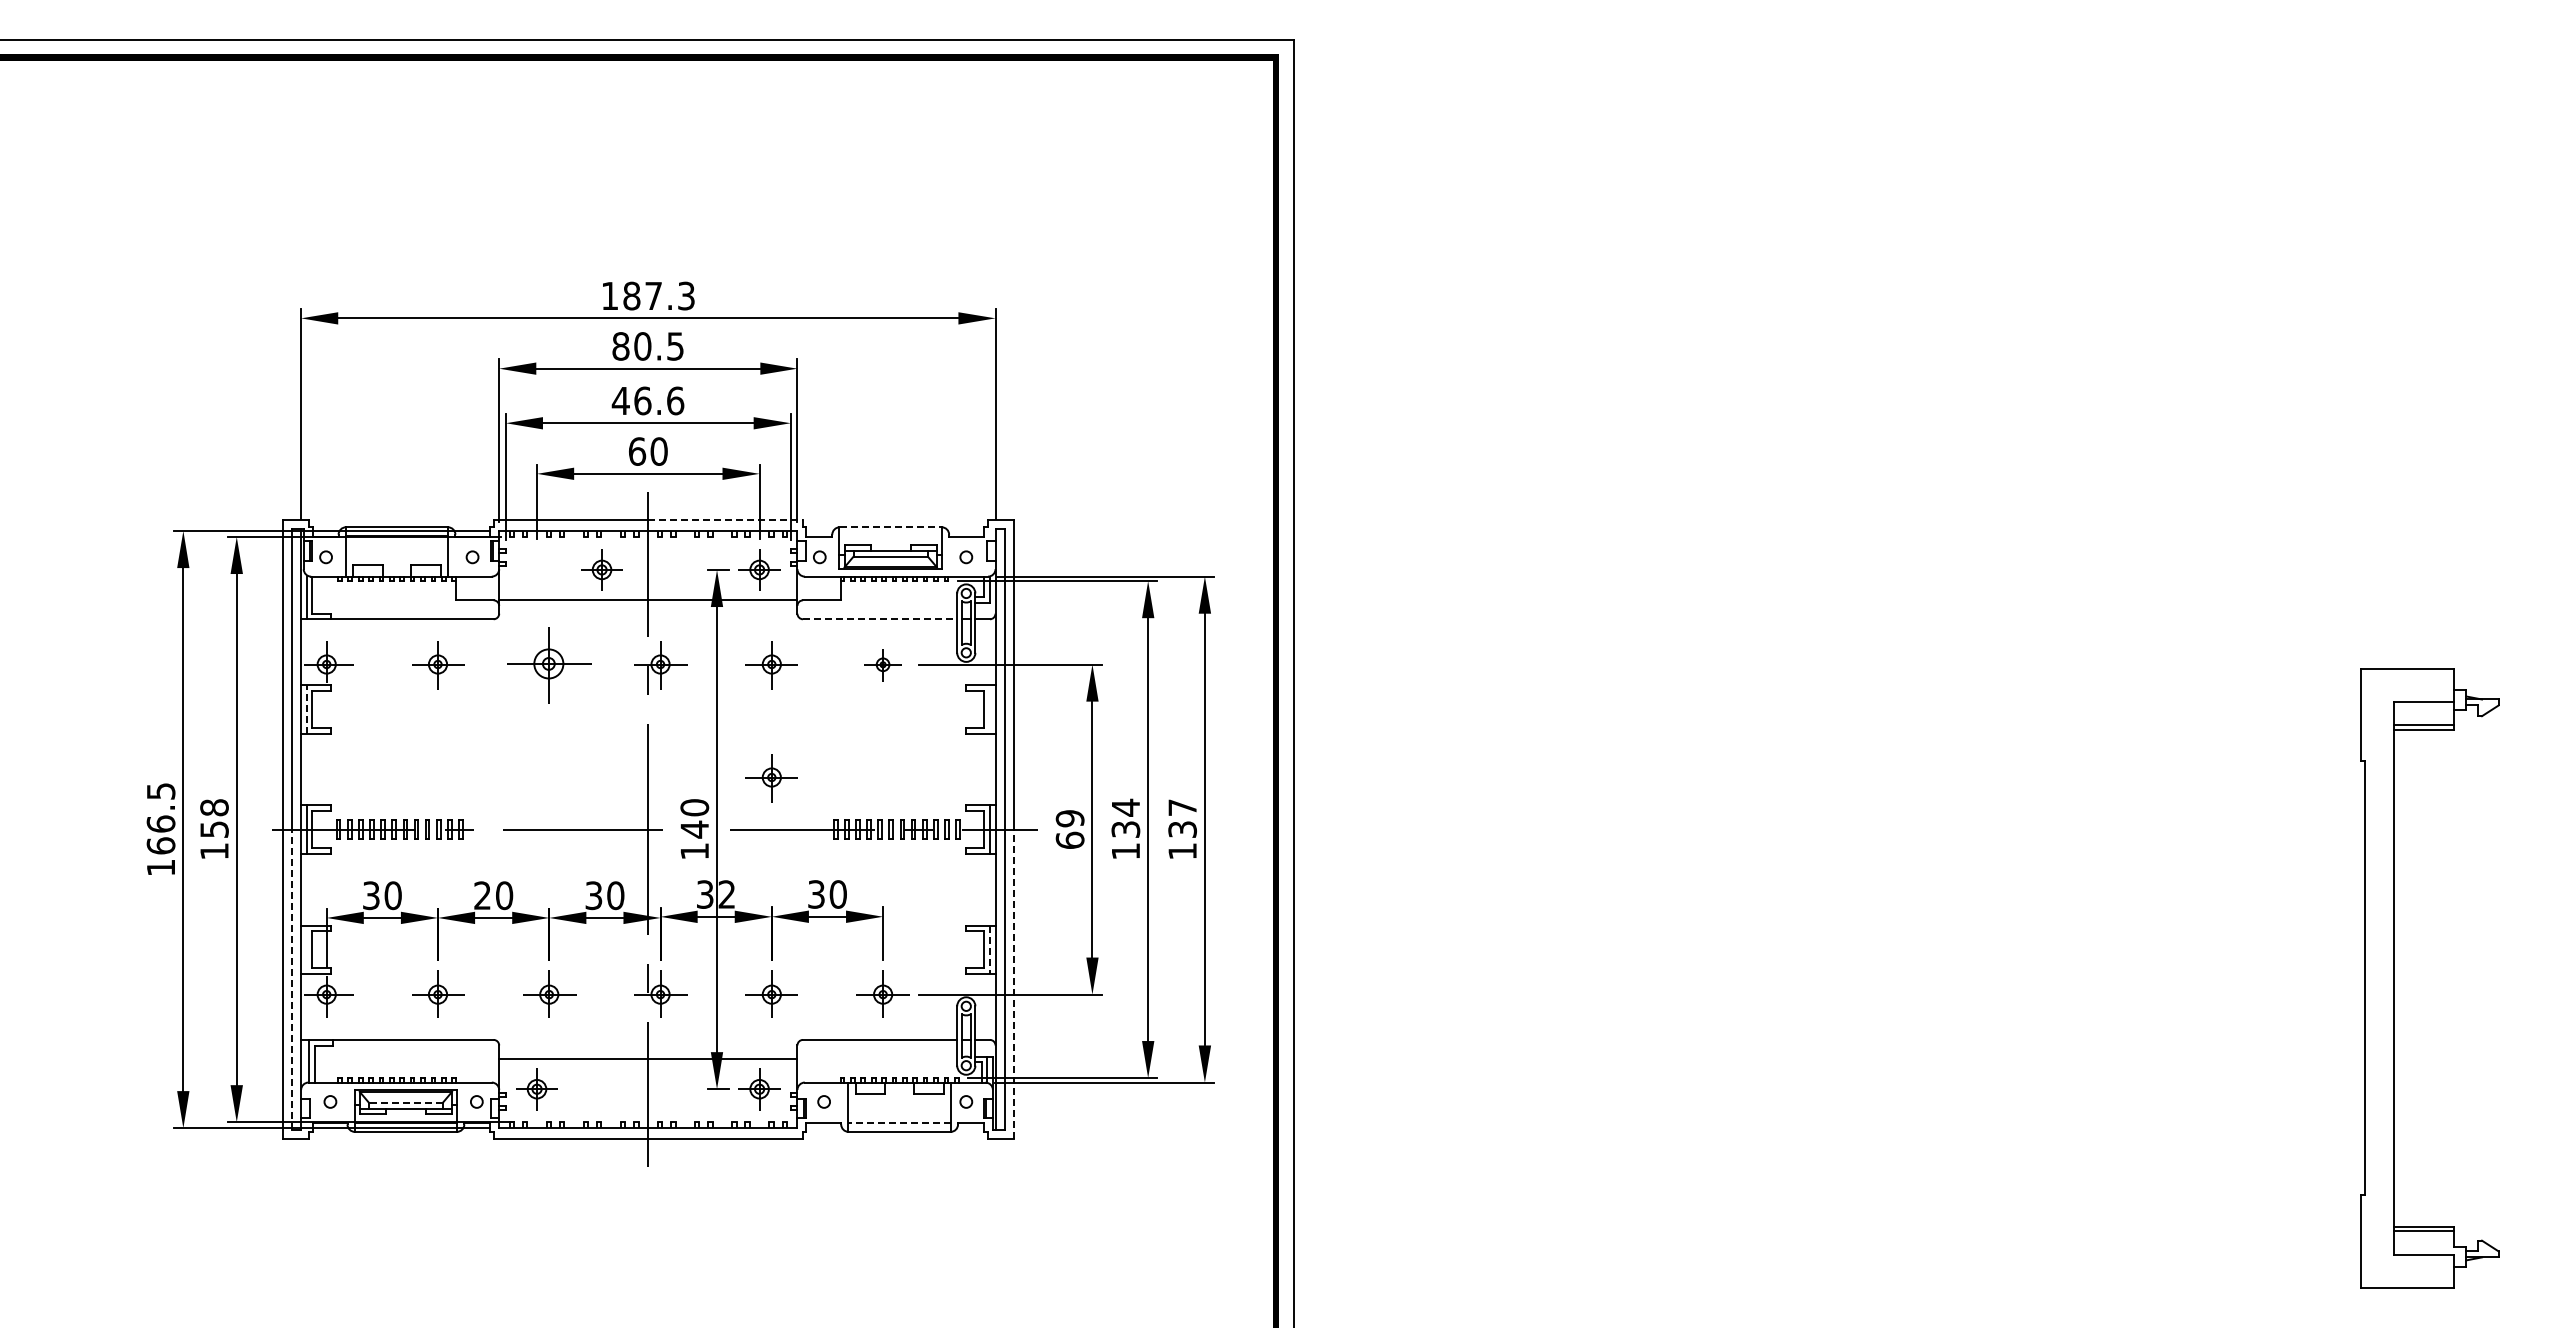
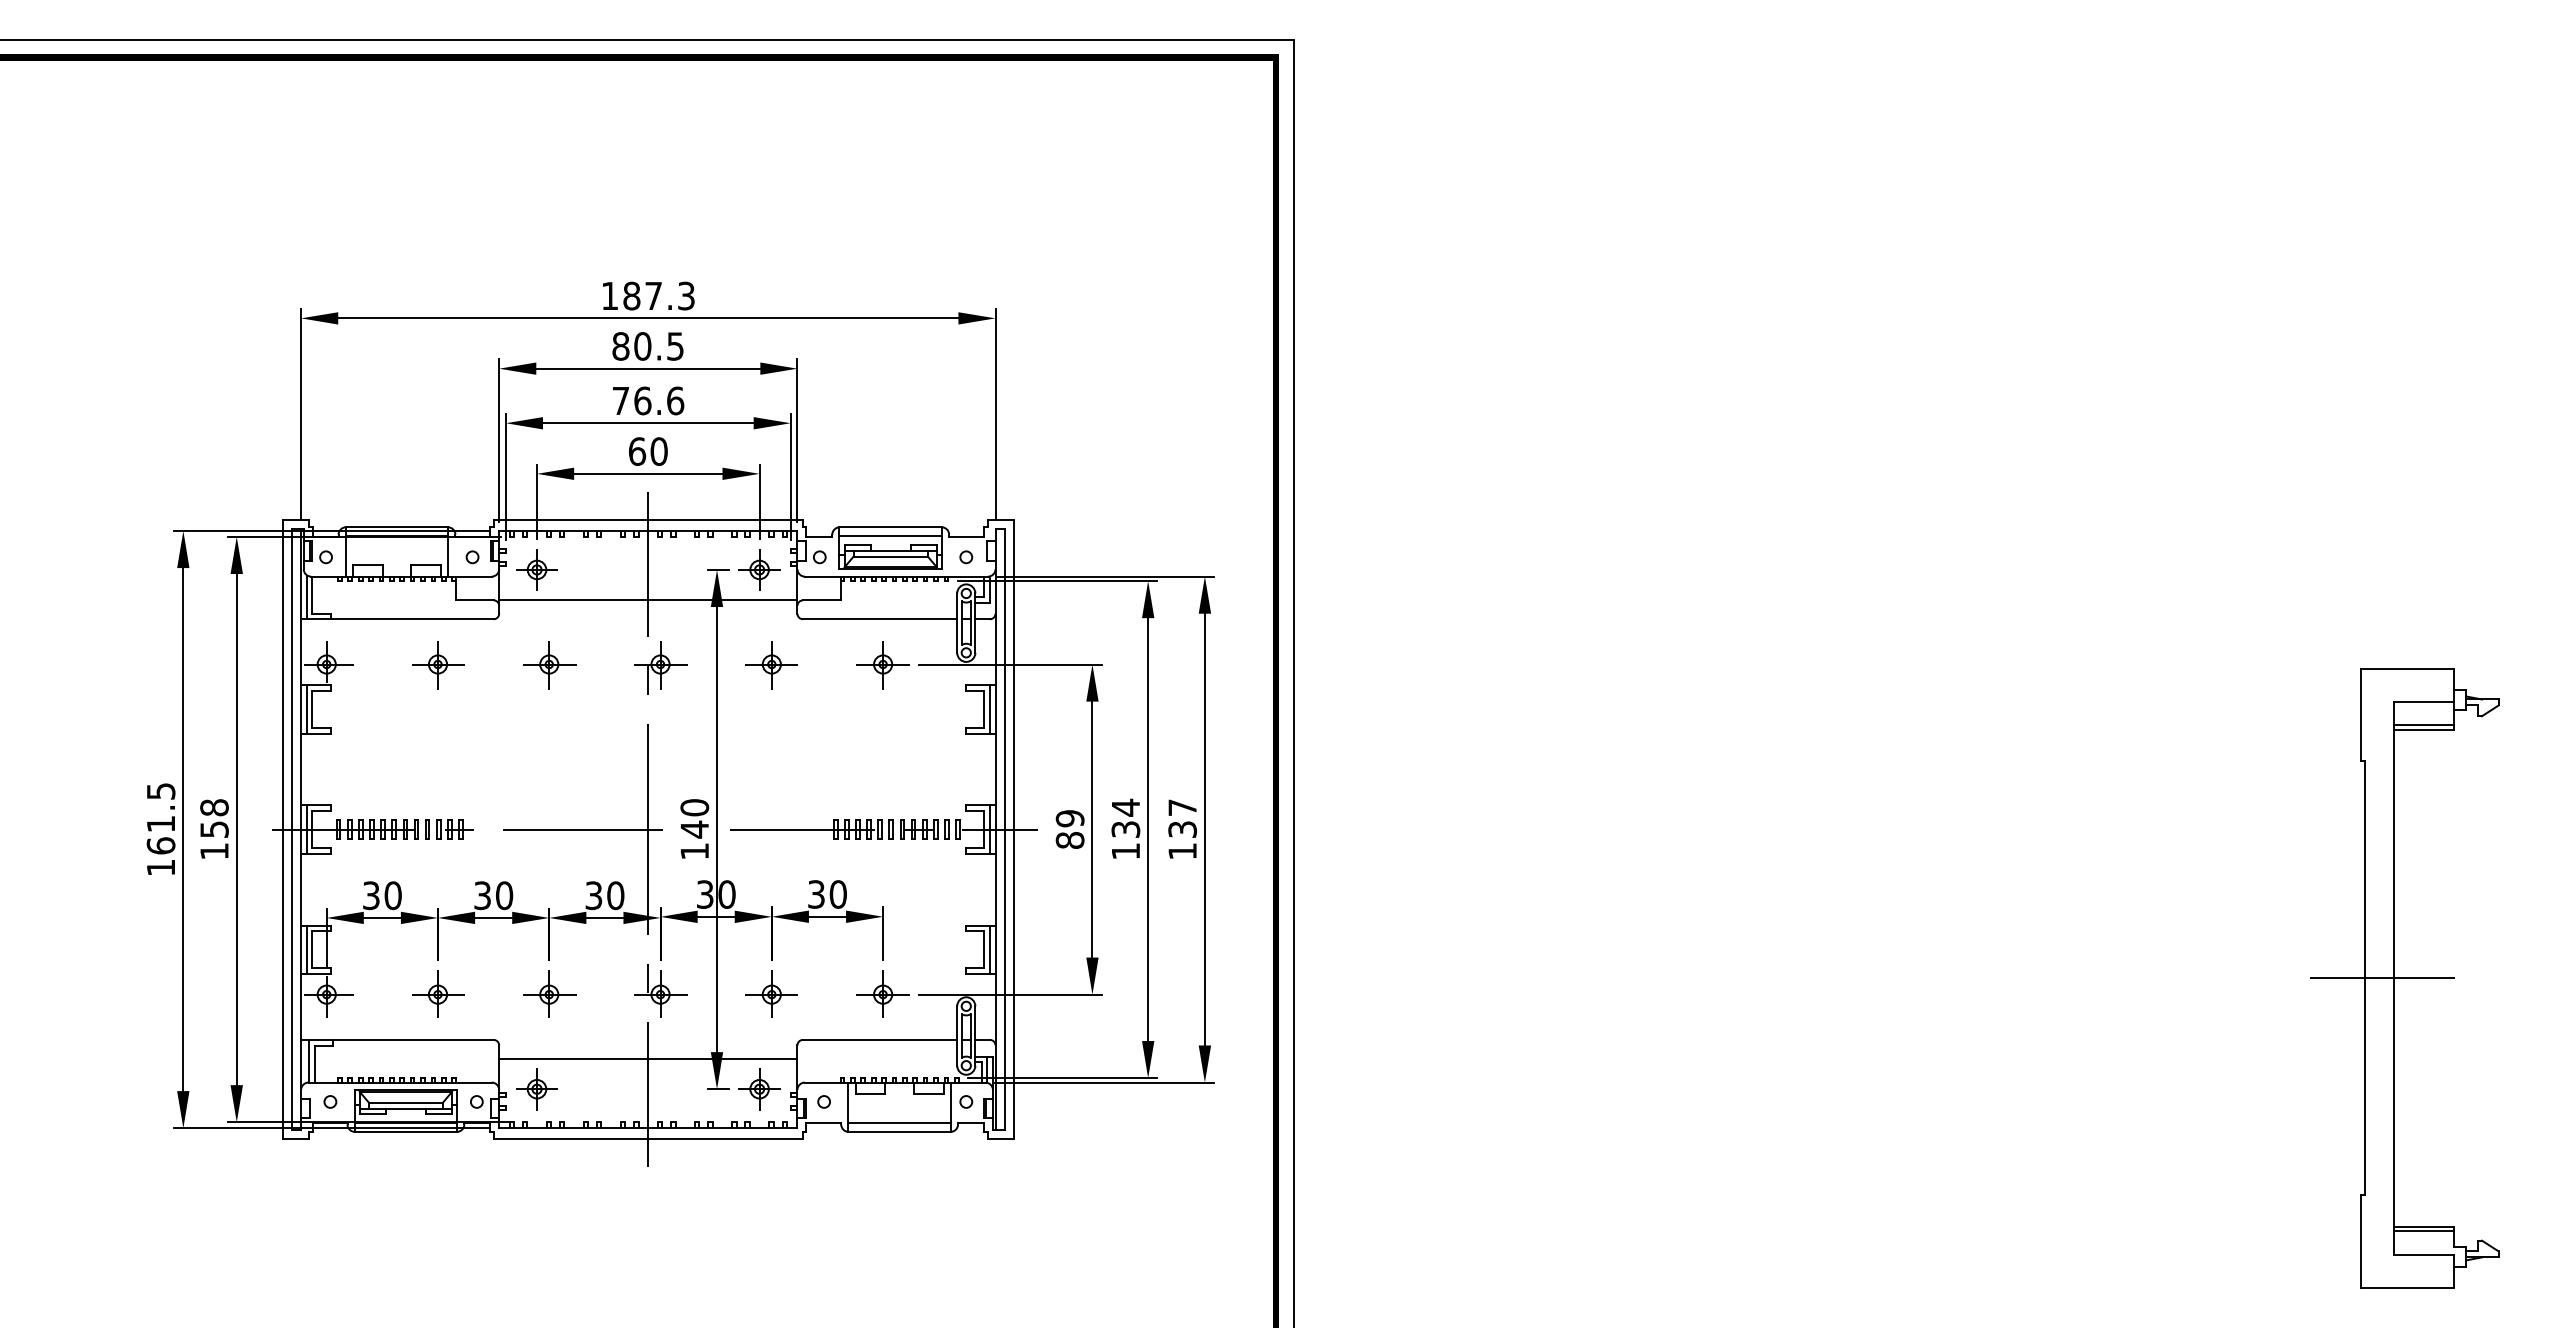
text at (620, 400): 46.6 -> 76.6
line at (725, 519): dashed -> solid
line at (891, 527): dashed -> solid
line at (890, 535): none -> present
part at (601, 569) position: (601, 569) -> (536, 569)
line at (880, 619): dashed -> solid
part at (549, 665) size: 85x77 px -> 54x49 px
part at (882, 665) size: 38x33 px -> 54x49 px
line at (306, 708): dashed -> solid
line at (989, 709): none -> present
part at (771, 778): present -> none
text at (160, 823): 166.5 -> 161.5
text at (1069, 839): 69 -> 89
text at (726, 894): 32 -> 30
text at (482, 895): 20 -> 30
line at (306, 949): none -> present
line at (989, 950): dashed -> solid
line at (2390, 978): none -> present
line at (291, 979): dashed -> solid
line at (1013, 984): dashed -> solid
line at (405, 1102): dashed -> solid
line at (899, 1123): dashed -> solid
